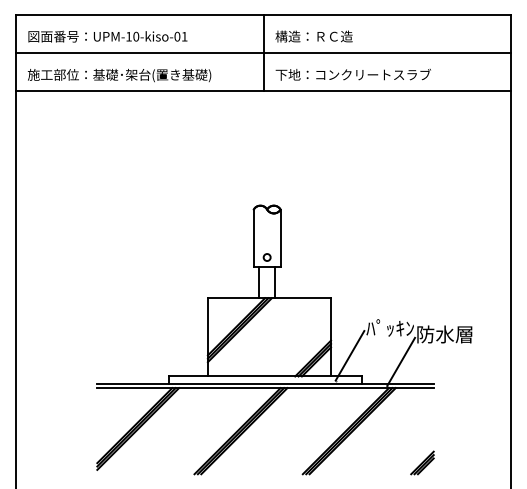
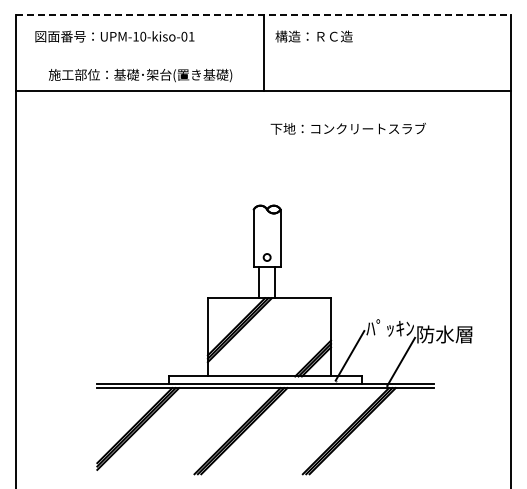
line at (263, 14): solid -> dashed
text at (107, 36) position: (107, 36) -> (114, 36)
line at (263, 53): present -> none
text at (352, 74) position: (352, 74) -> (347, 128)
text at (119, 75) position: (119, 75) -> (140, 75)
part at (422, 462): present -> none
